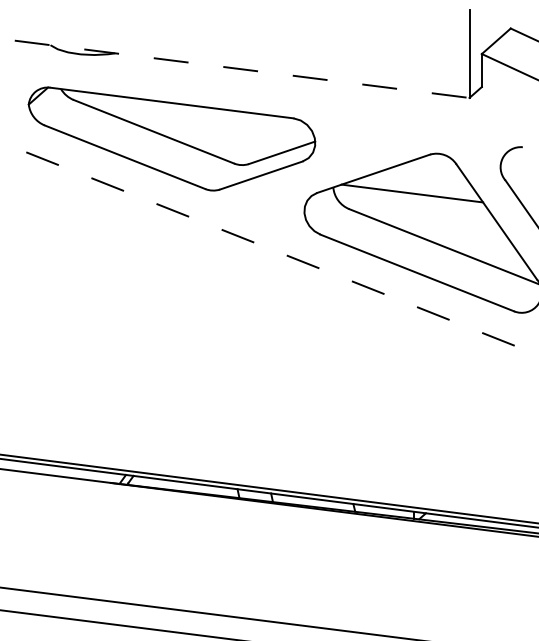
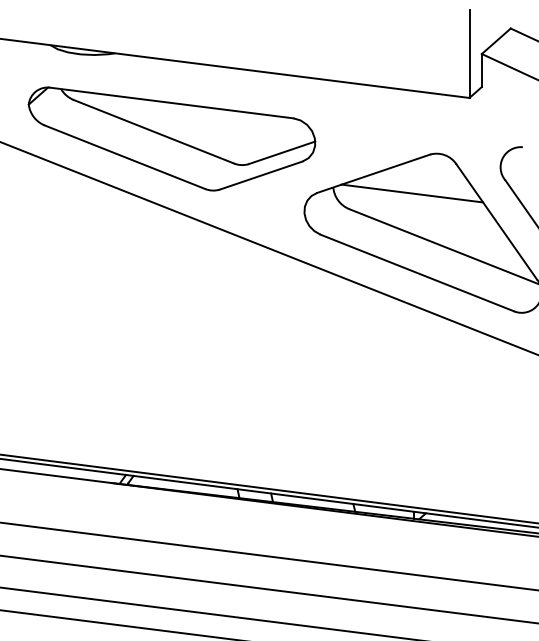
line at (235, 68): dashed -> solid
line at (269, 248): dashed -> solid
line at (268, 556): none -> present
line at (268, 589): none -> present
